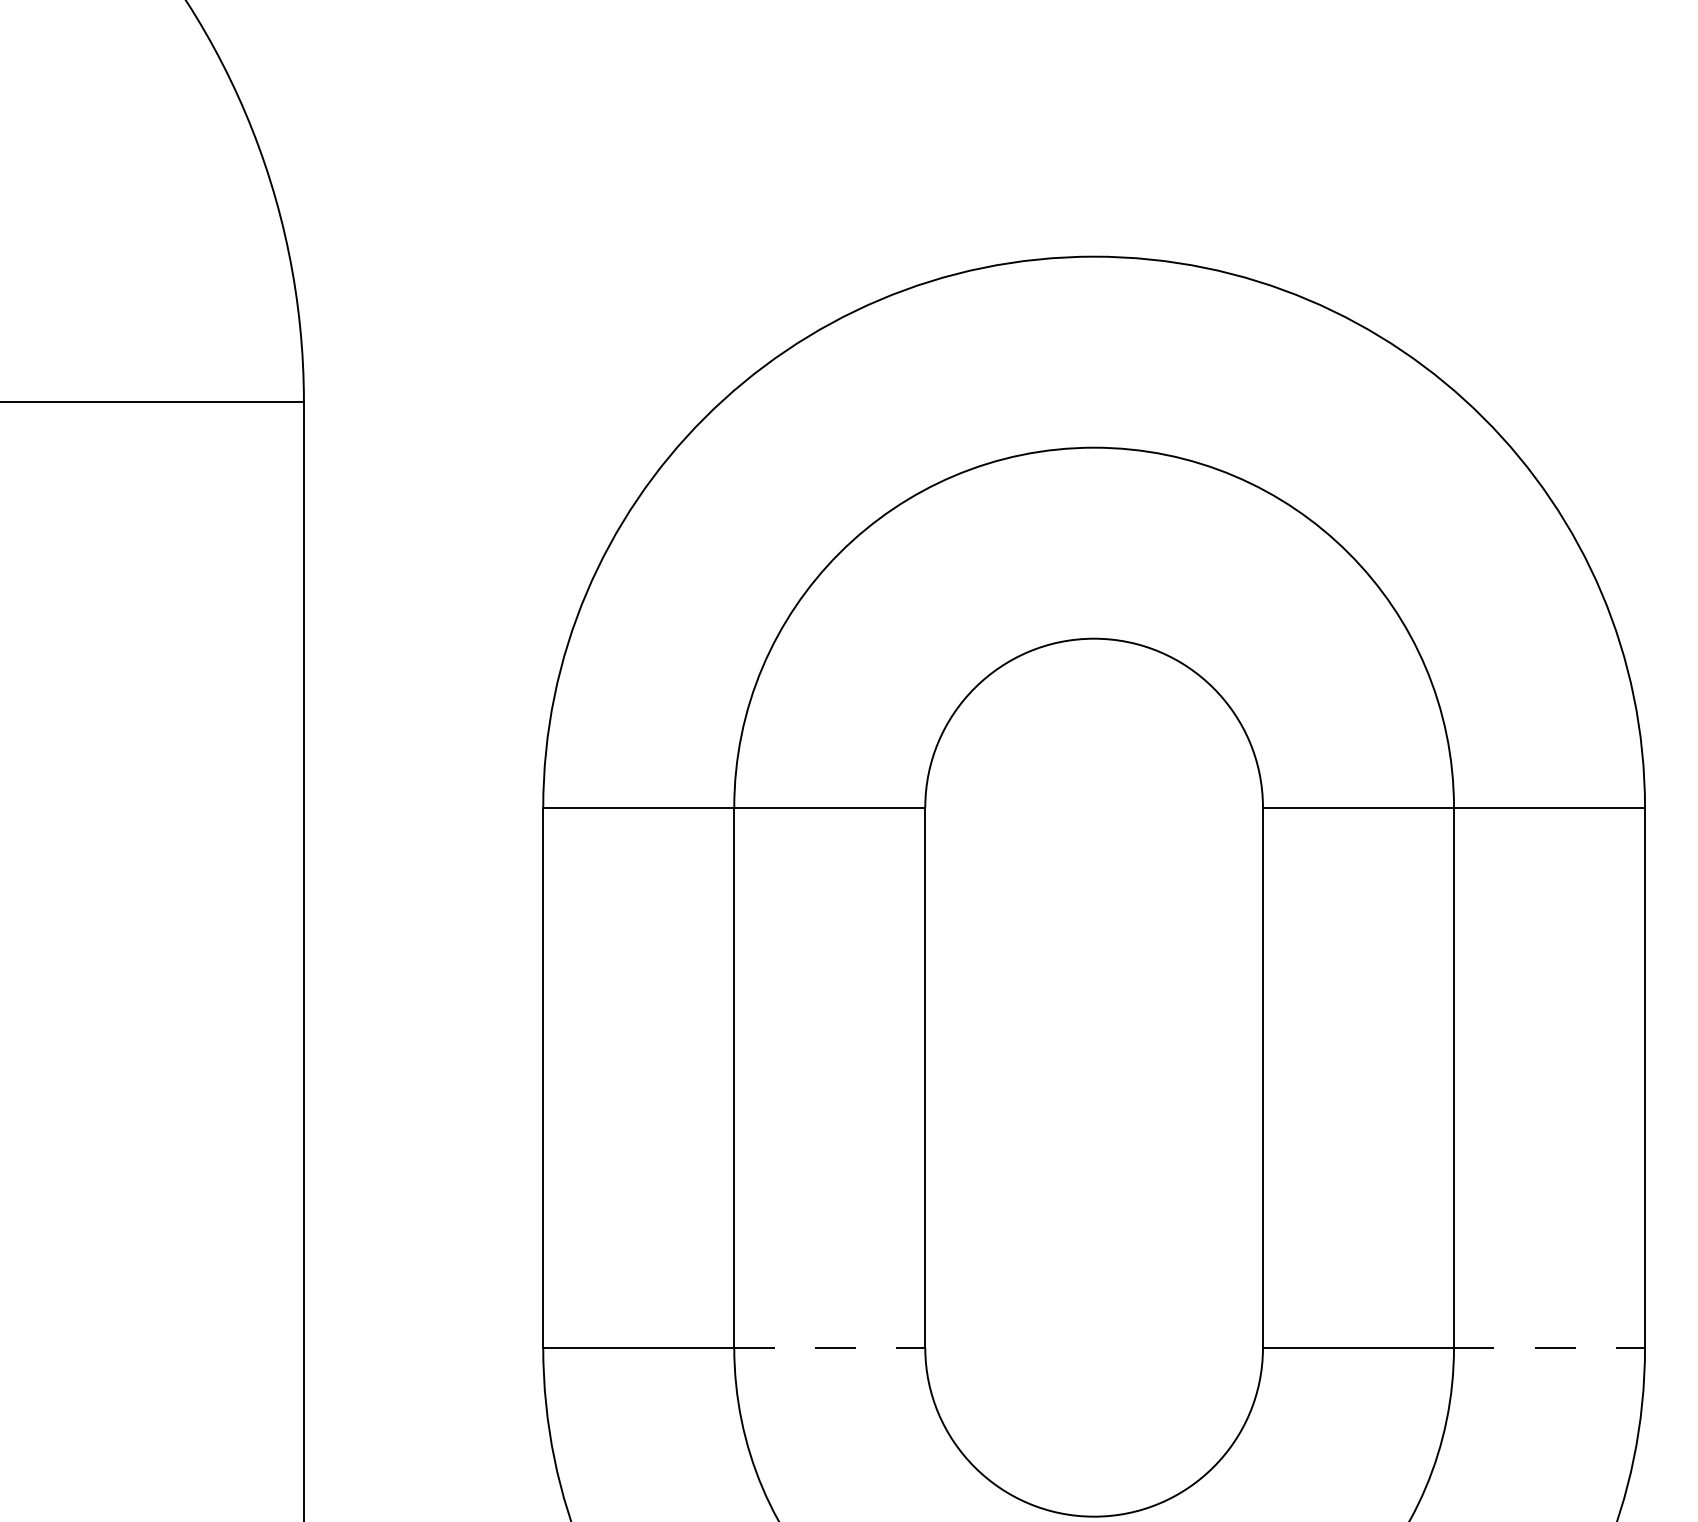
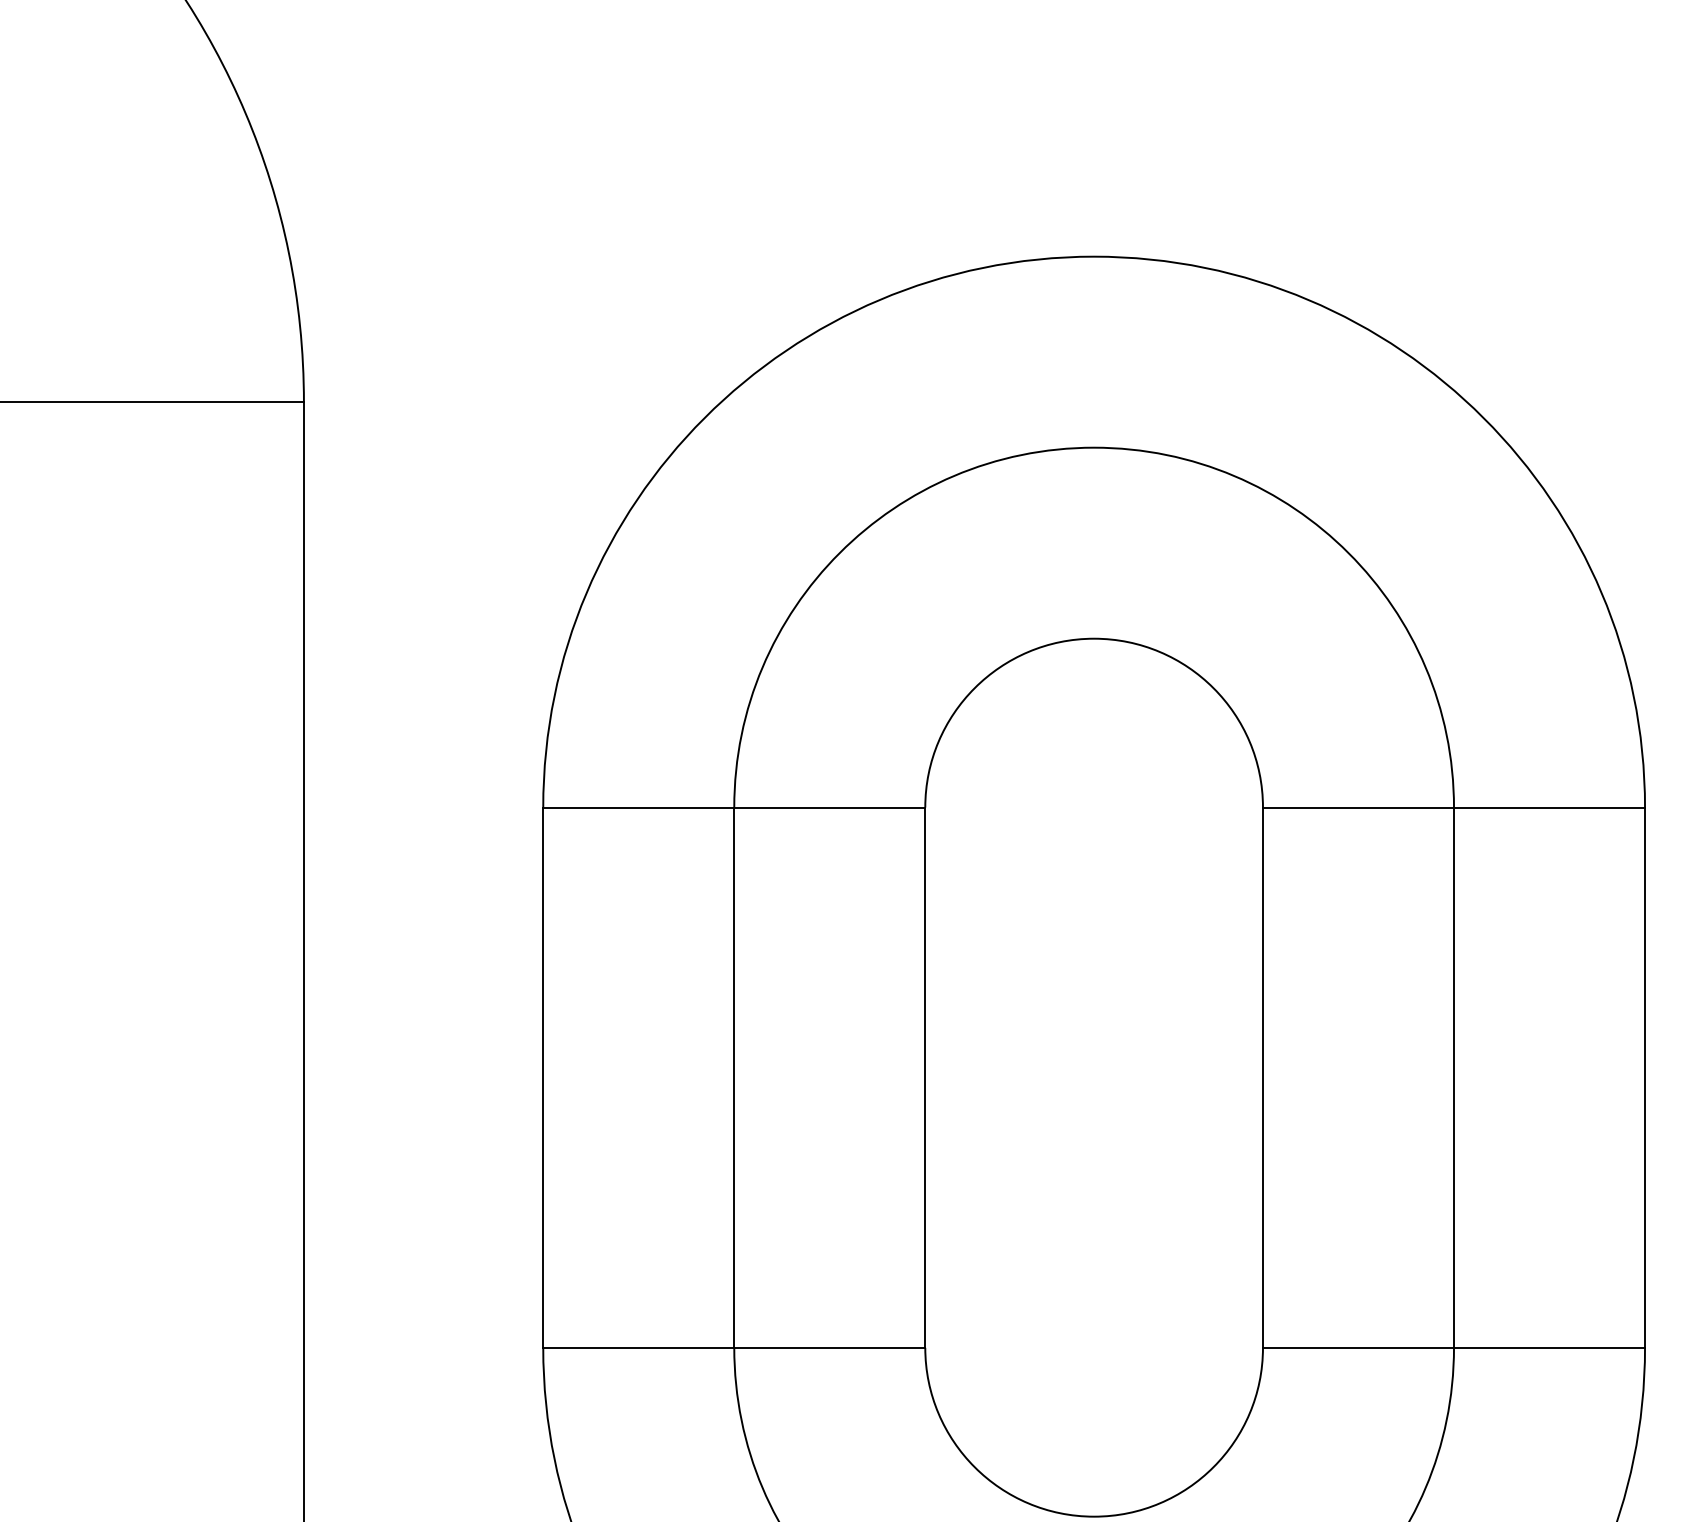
line at (829, 1347): dashed -> solid
line at (1549, 1347): dashed -> solid
